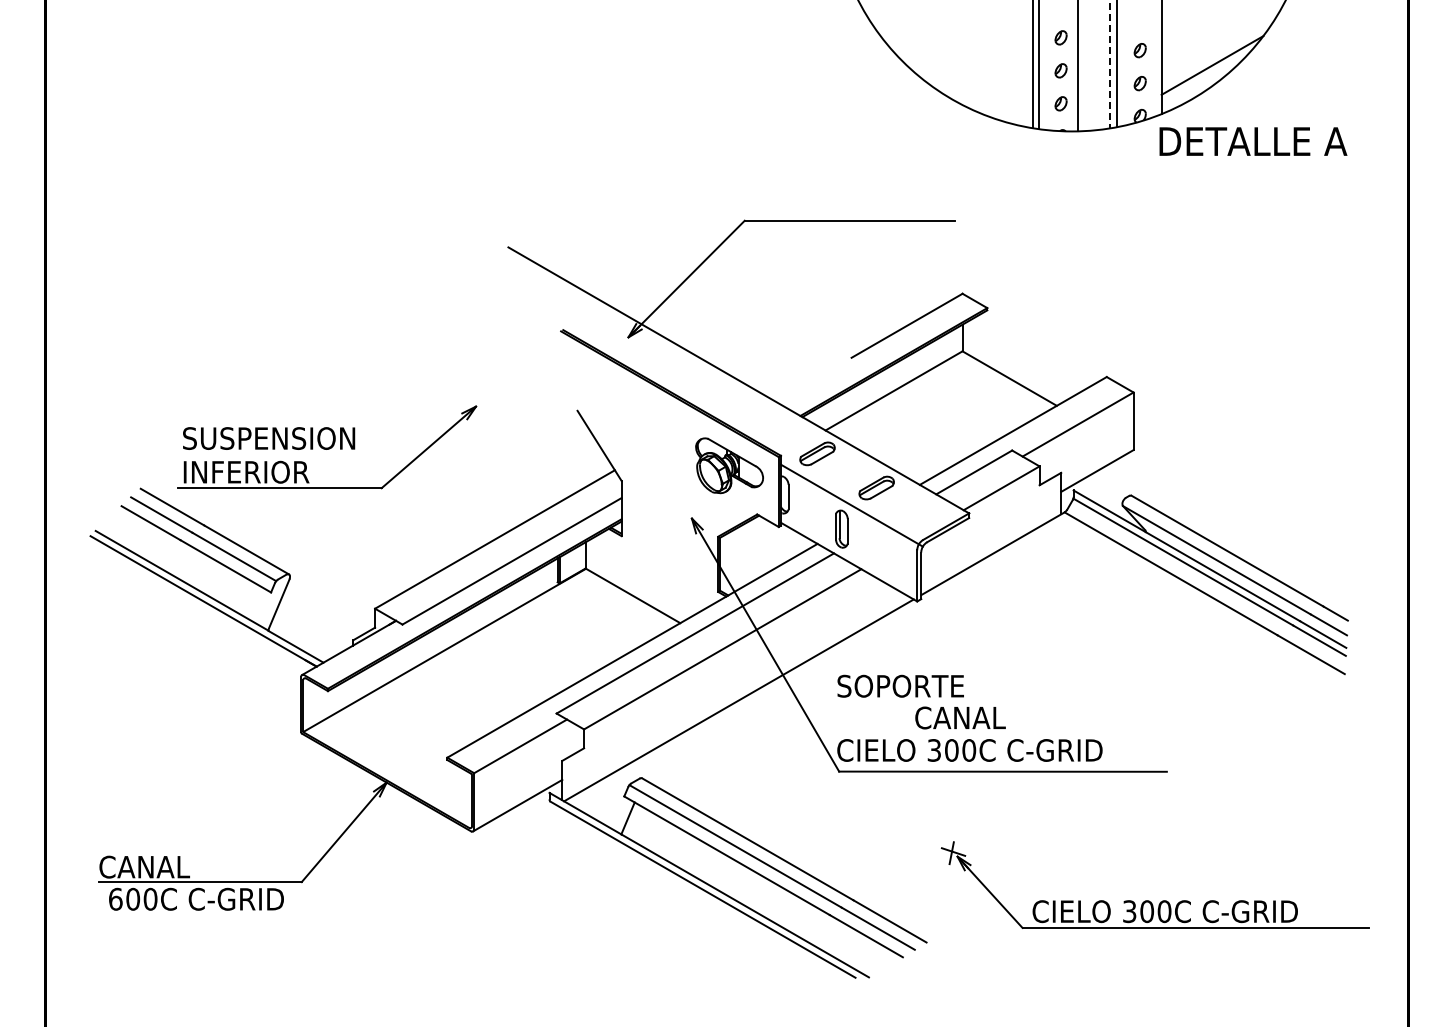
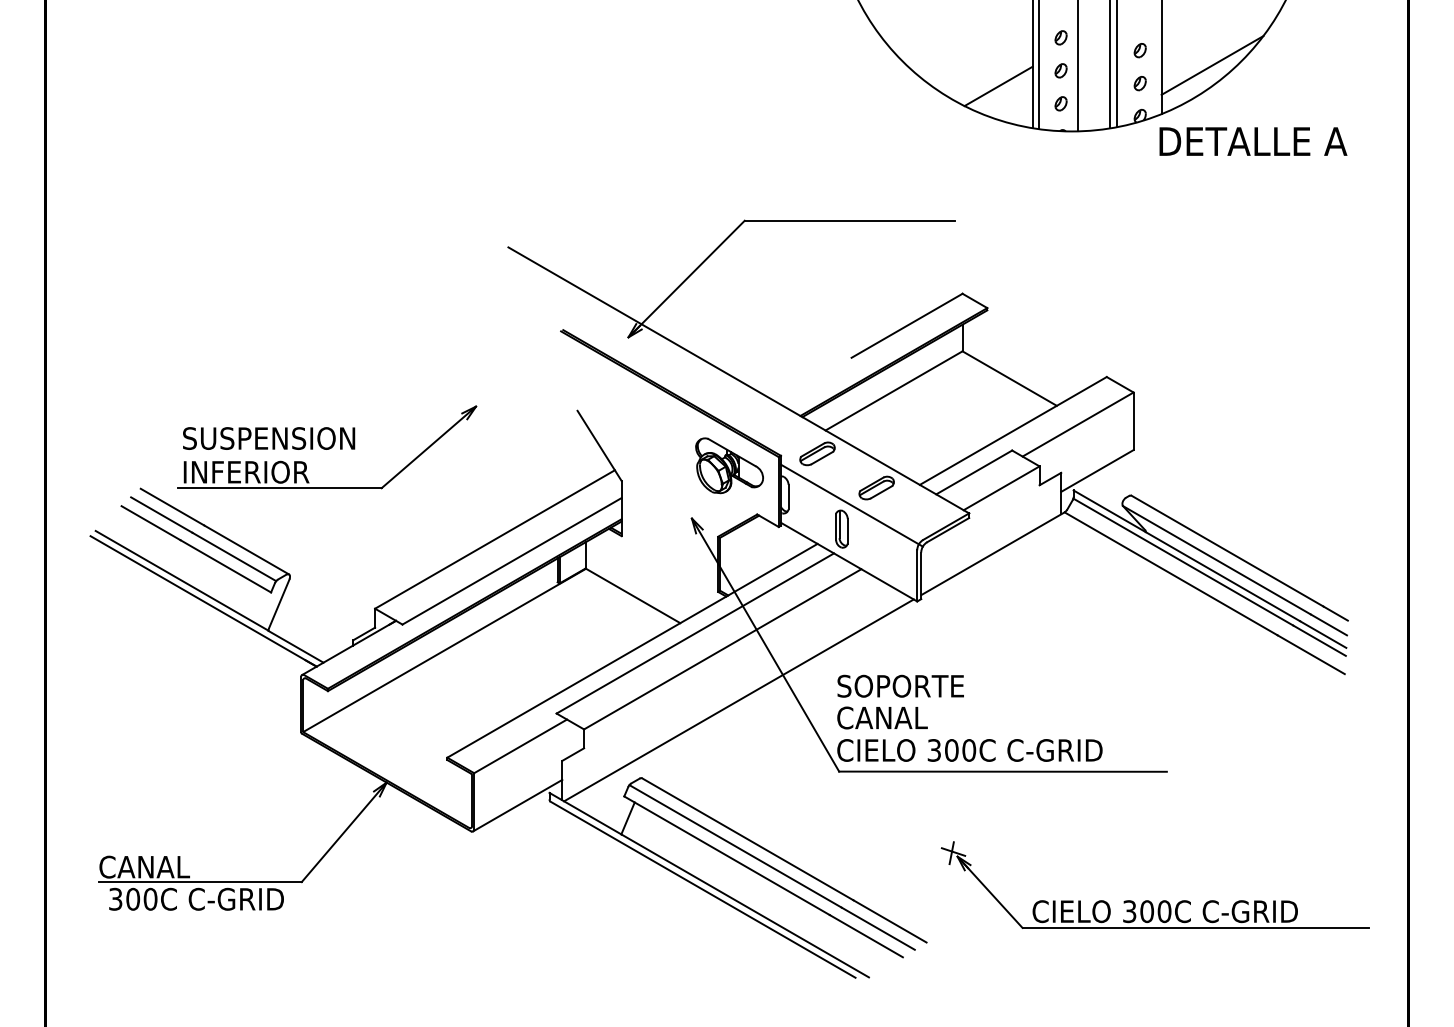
line at (1110, 64): dashed -> solid
line at (998, 86): none -> present
text at (960, 717) position: (960, 717) -> (882, 717)
text at (115, 898): 600C -> 300C
